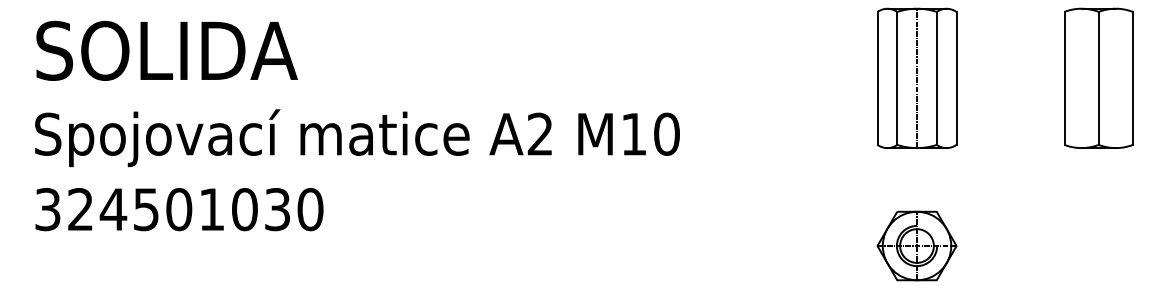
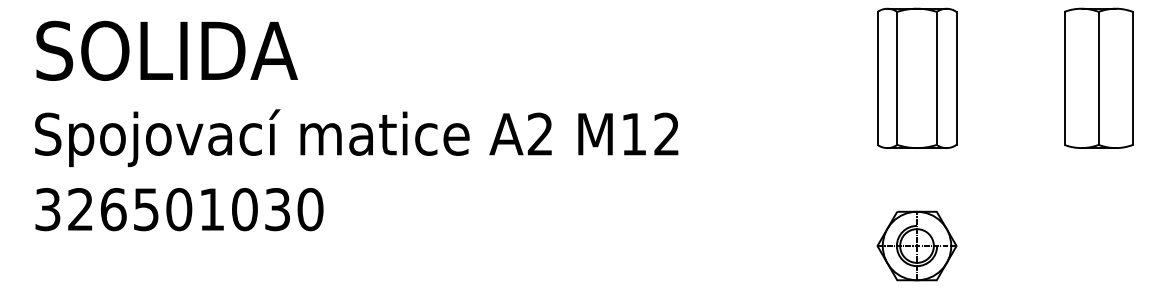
line at (917, 78): present -> none
text at (666, 133): M10 -> M12
text at (113, 209): 324501030 -> 326501030
